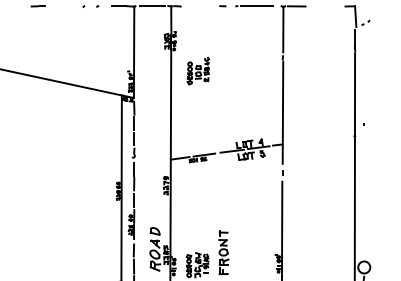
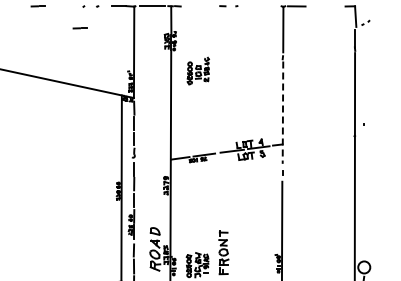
line at (256, 6): present -> none
line at (79, 28): none -> present
line at (282, 113): solid -> dashed
